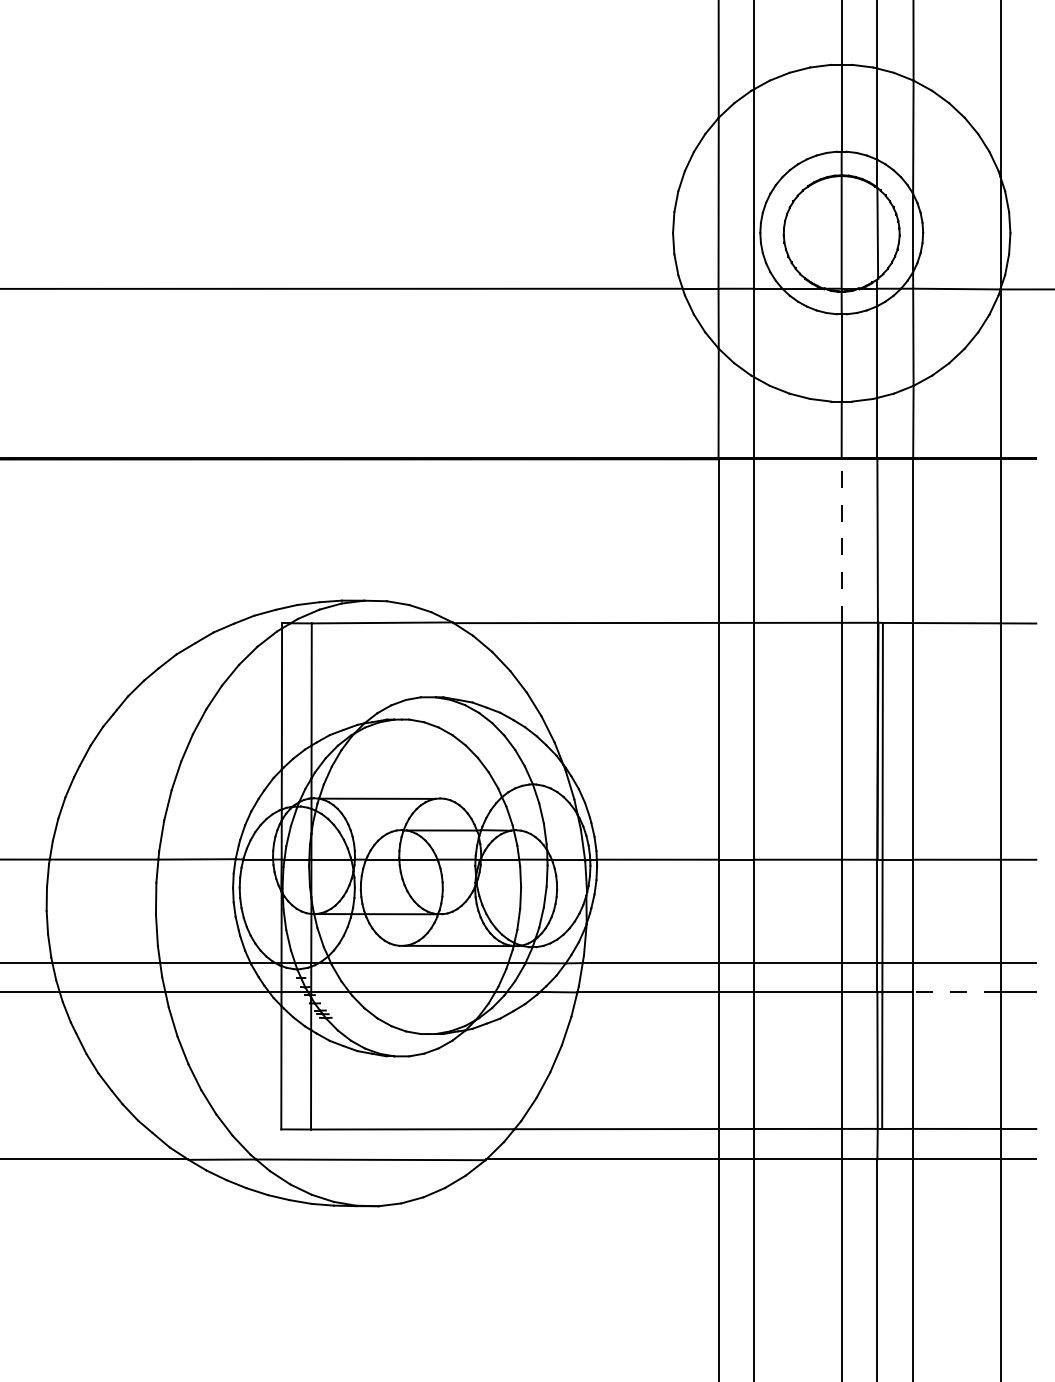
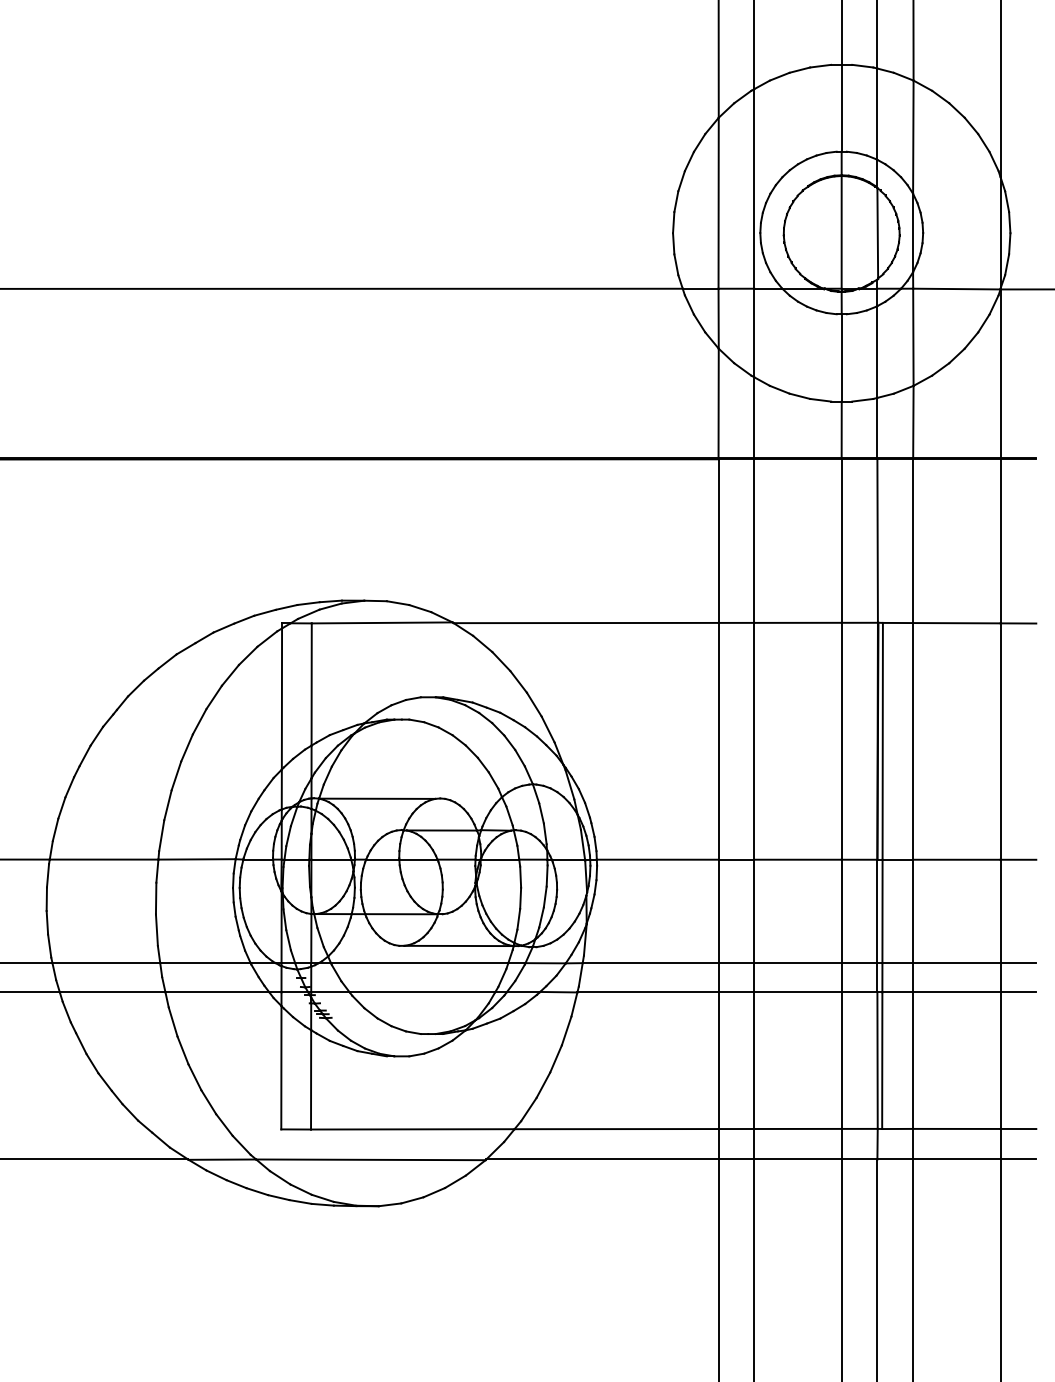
line at (841, 541): dashed -> solid
line at (956, 992): dashed -> solid
